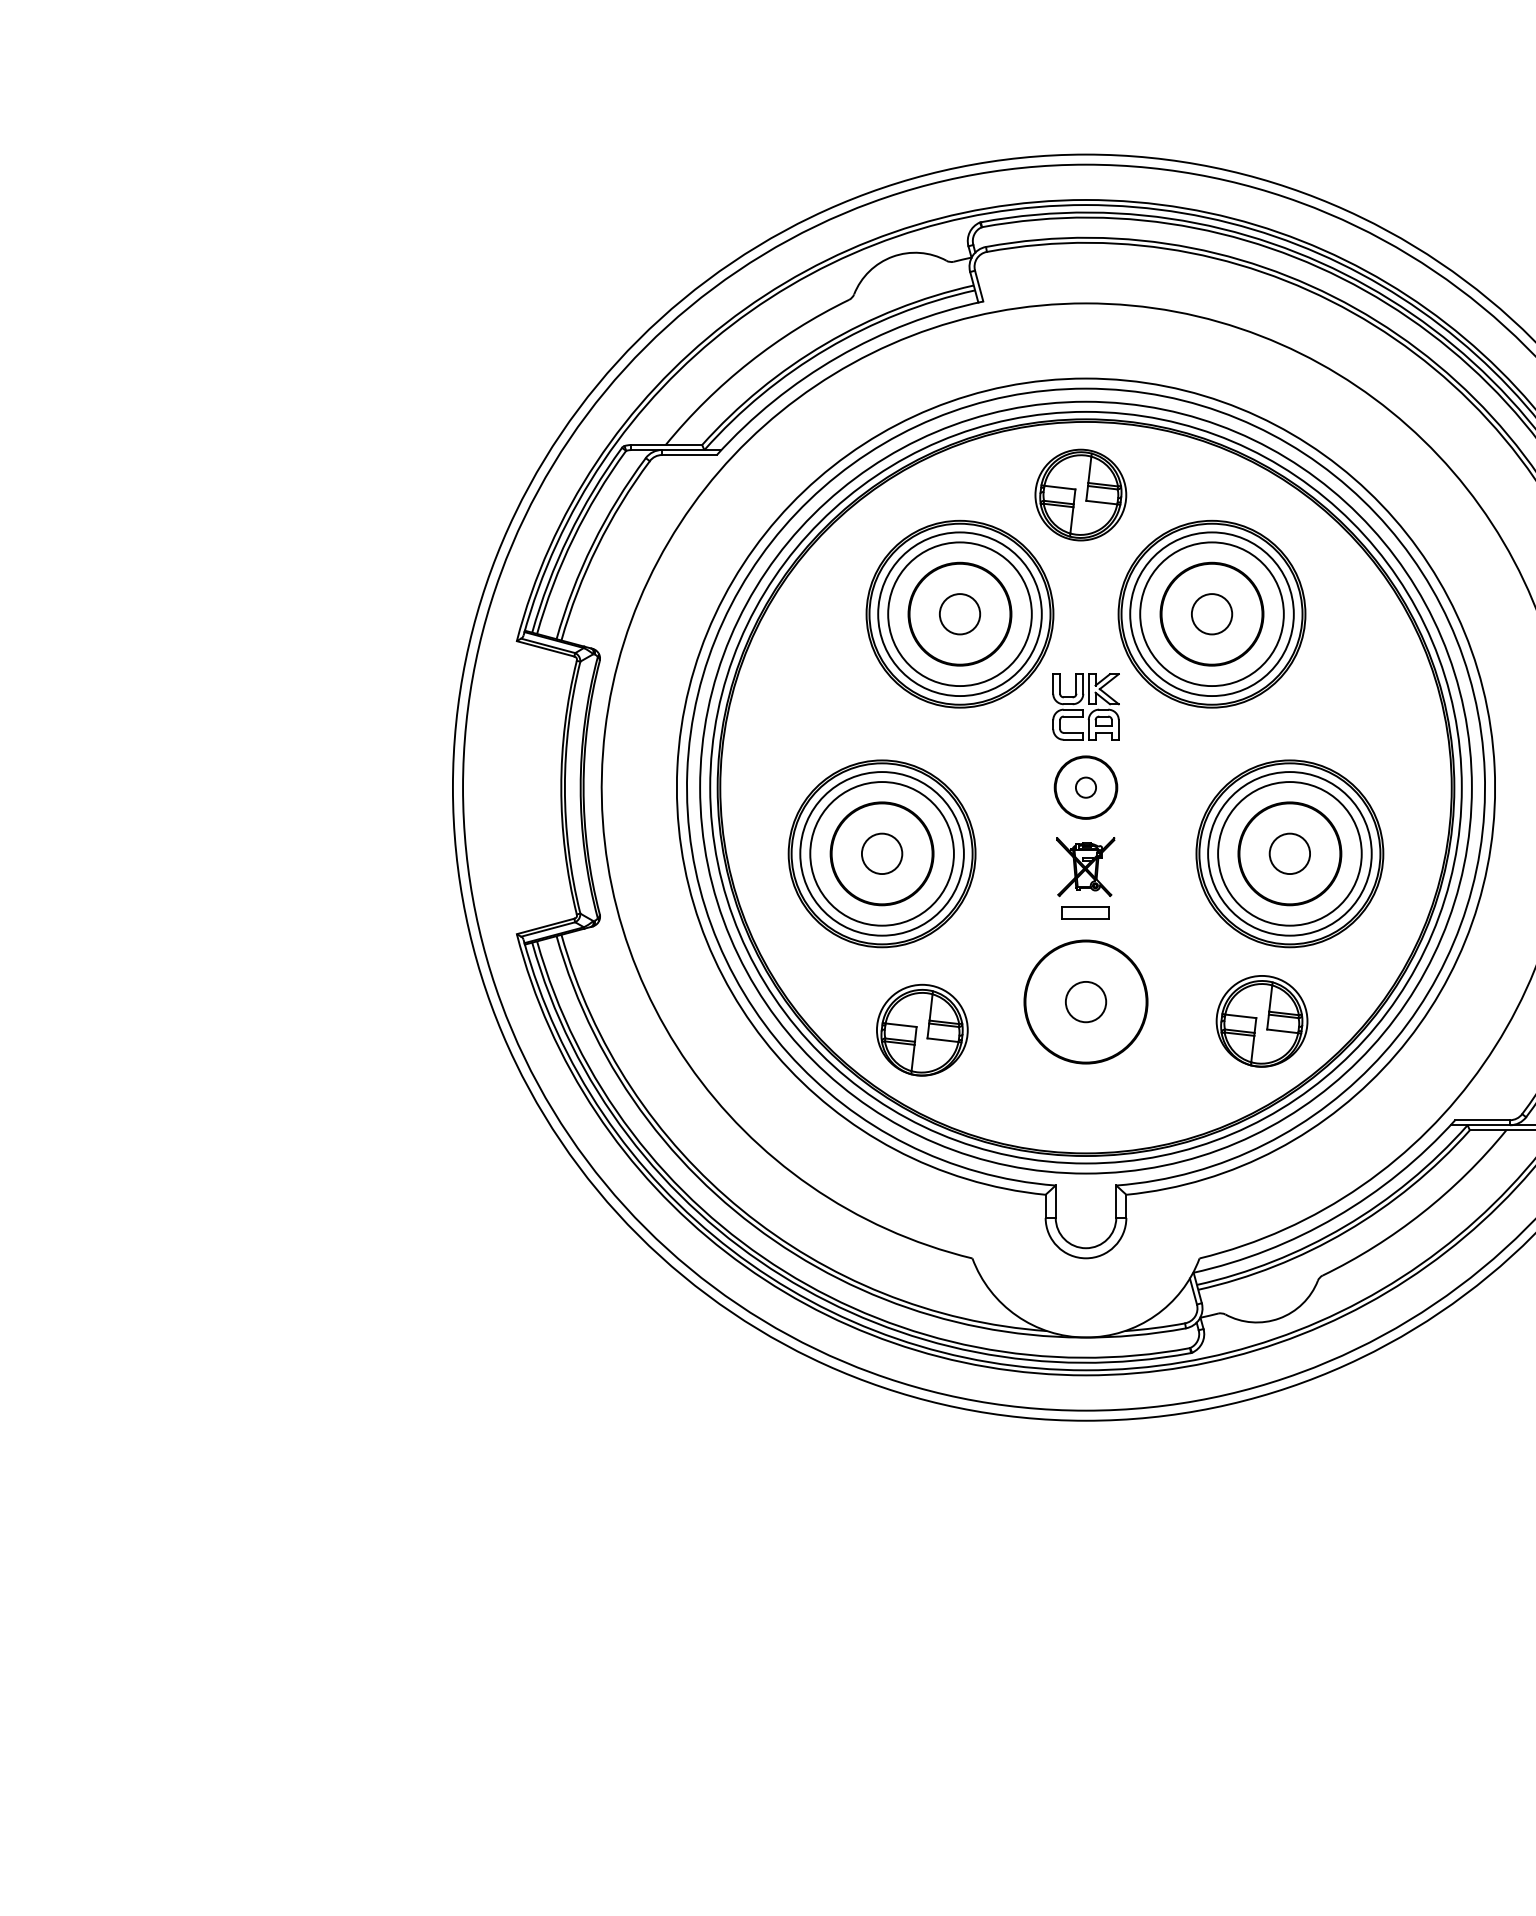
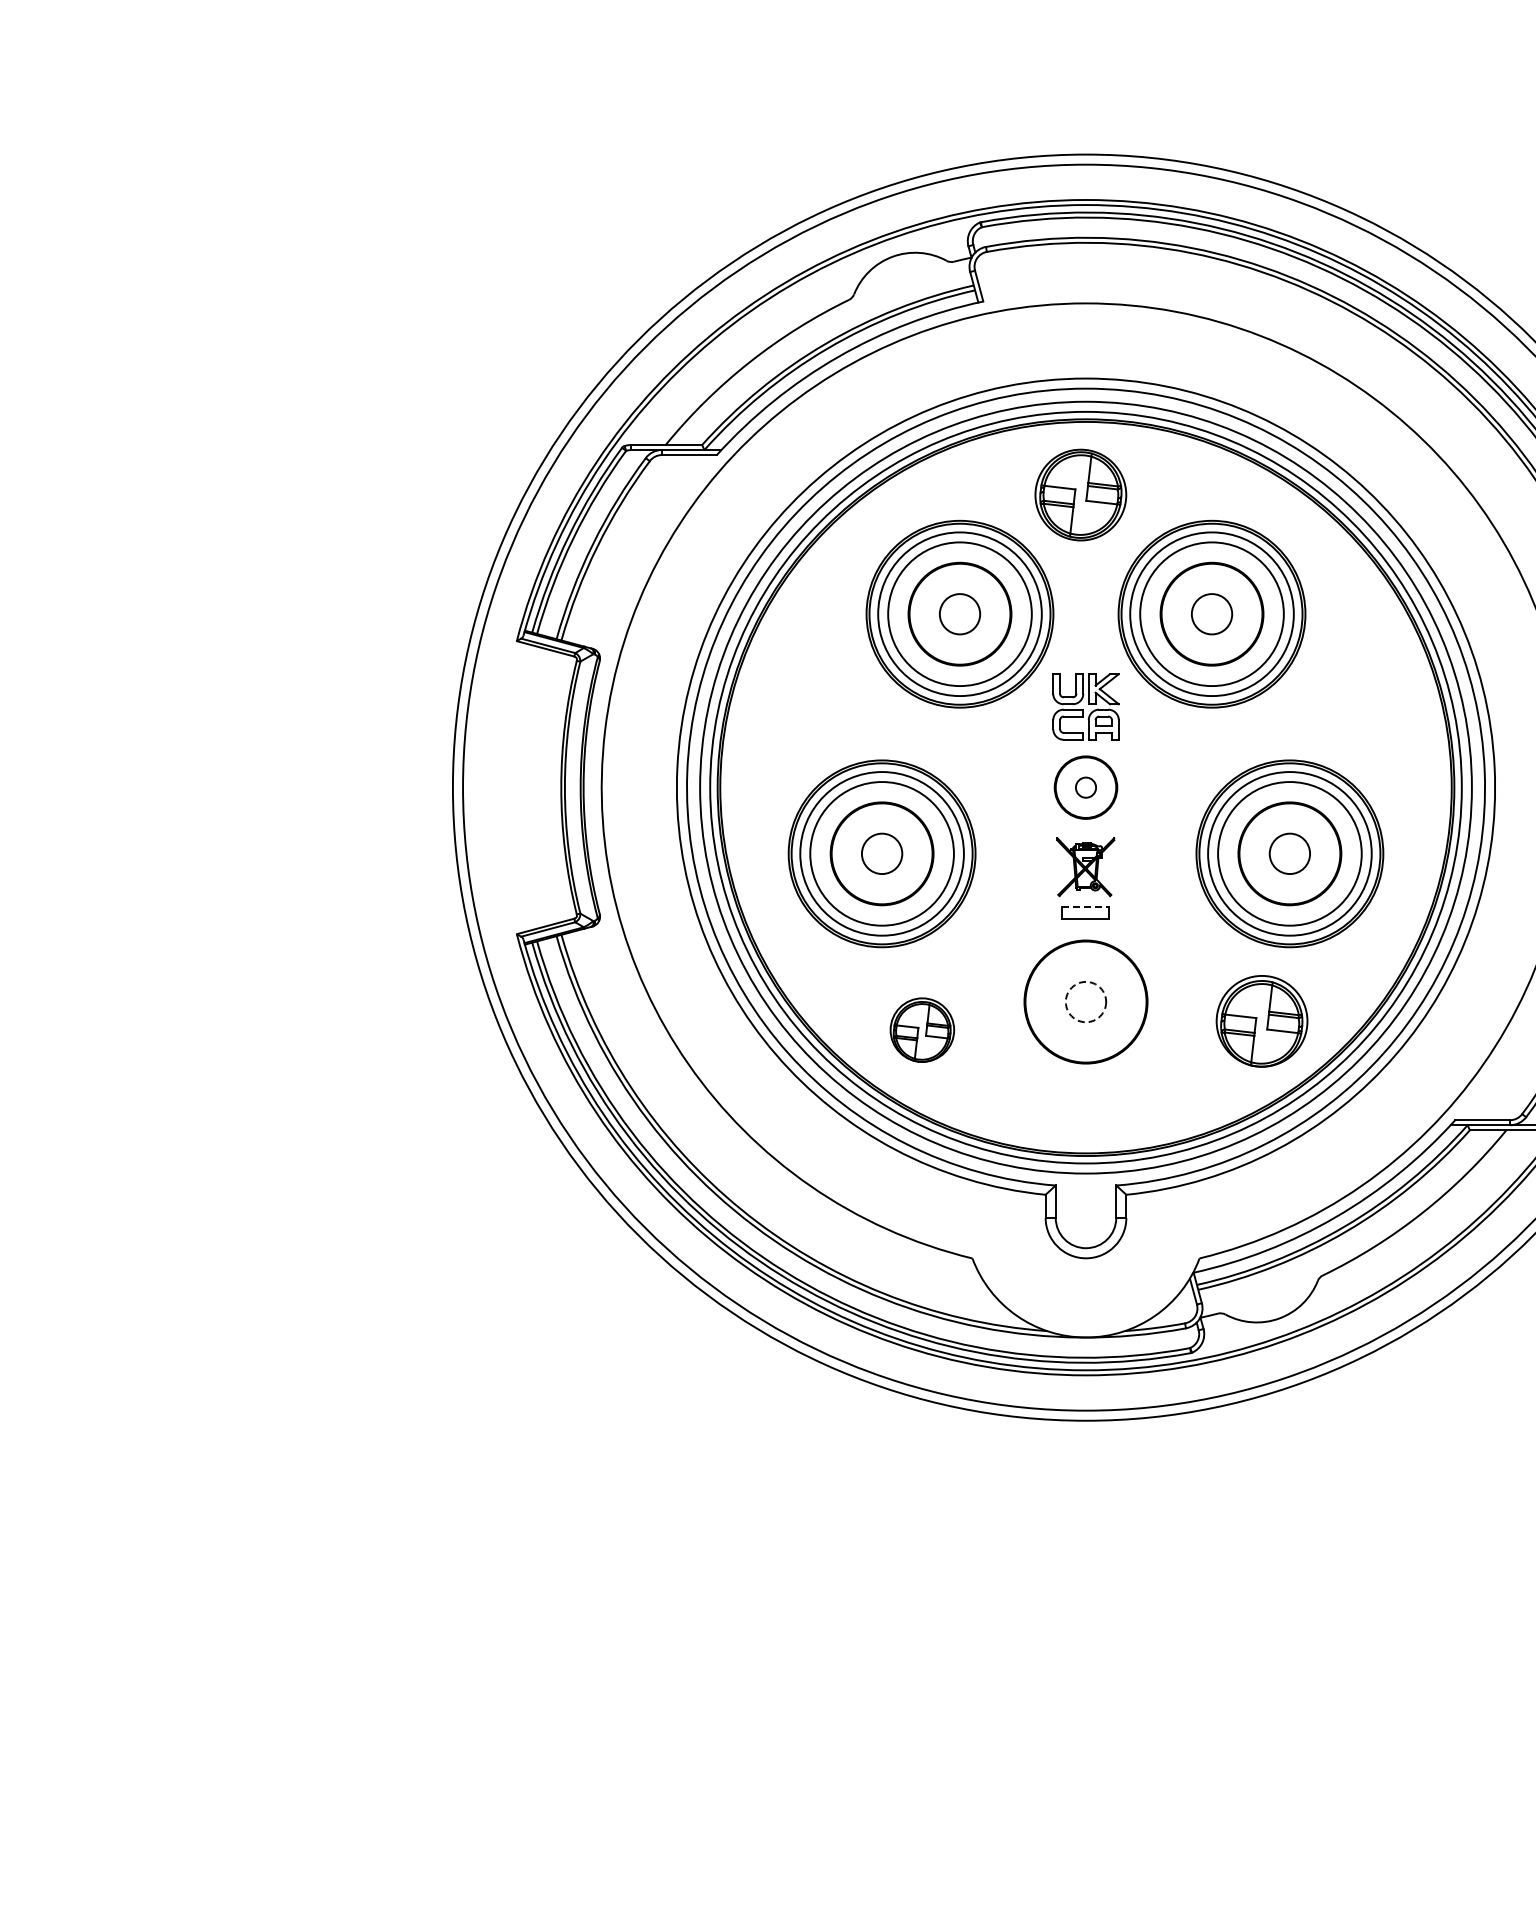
line at (1085, 907): solid -> dashed
circle at (1085, 1001): solid -> dashed
part at (922, 1029) size: 93x94 px -> 67x66 px
